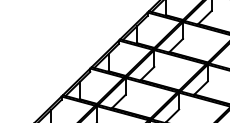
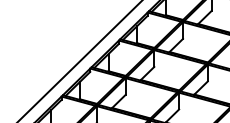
line at (79, 60): none -> present
